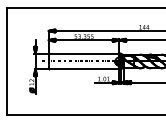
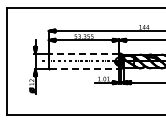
line at (84, 53): solid -> dashed
line at (84, 69): solid -> dashed
